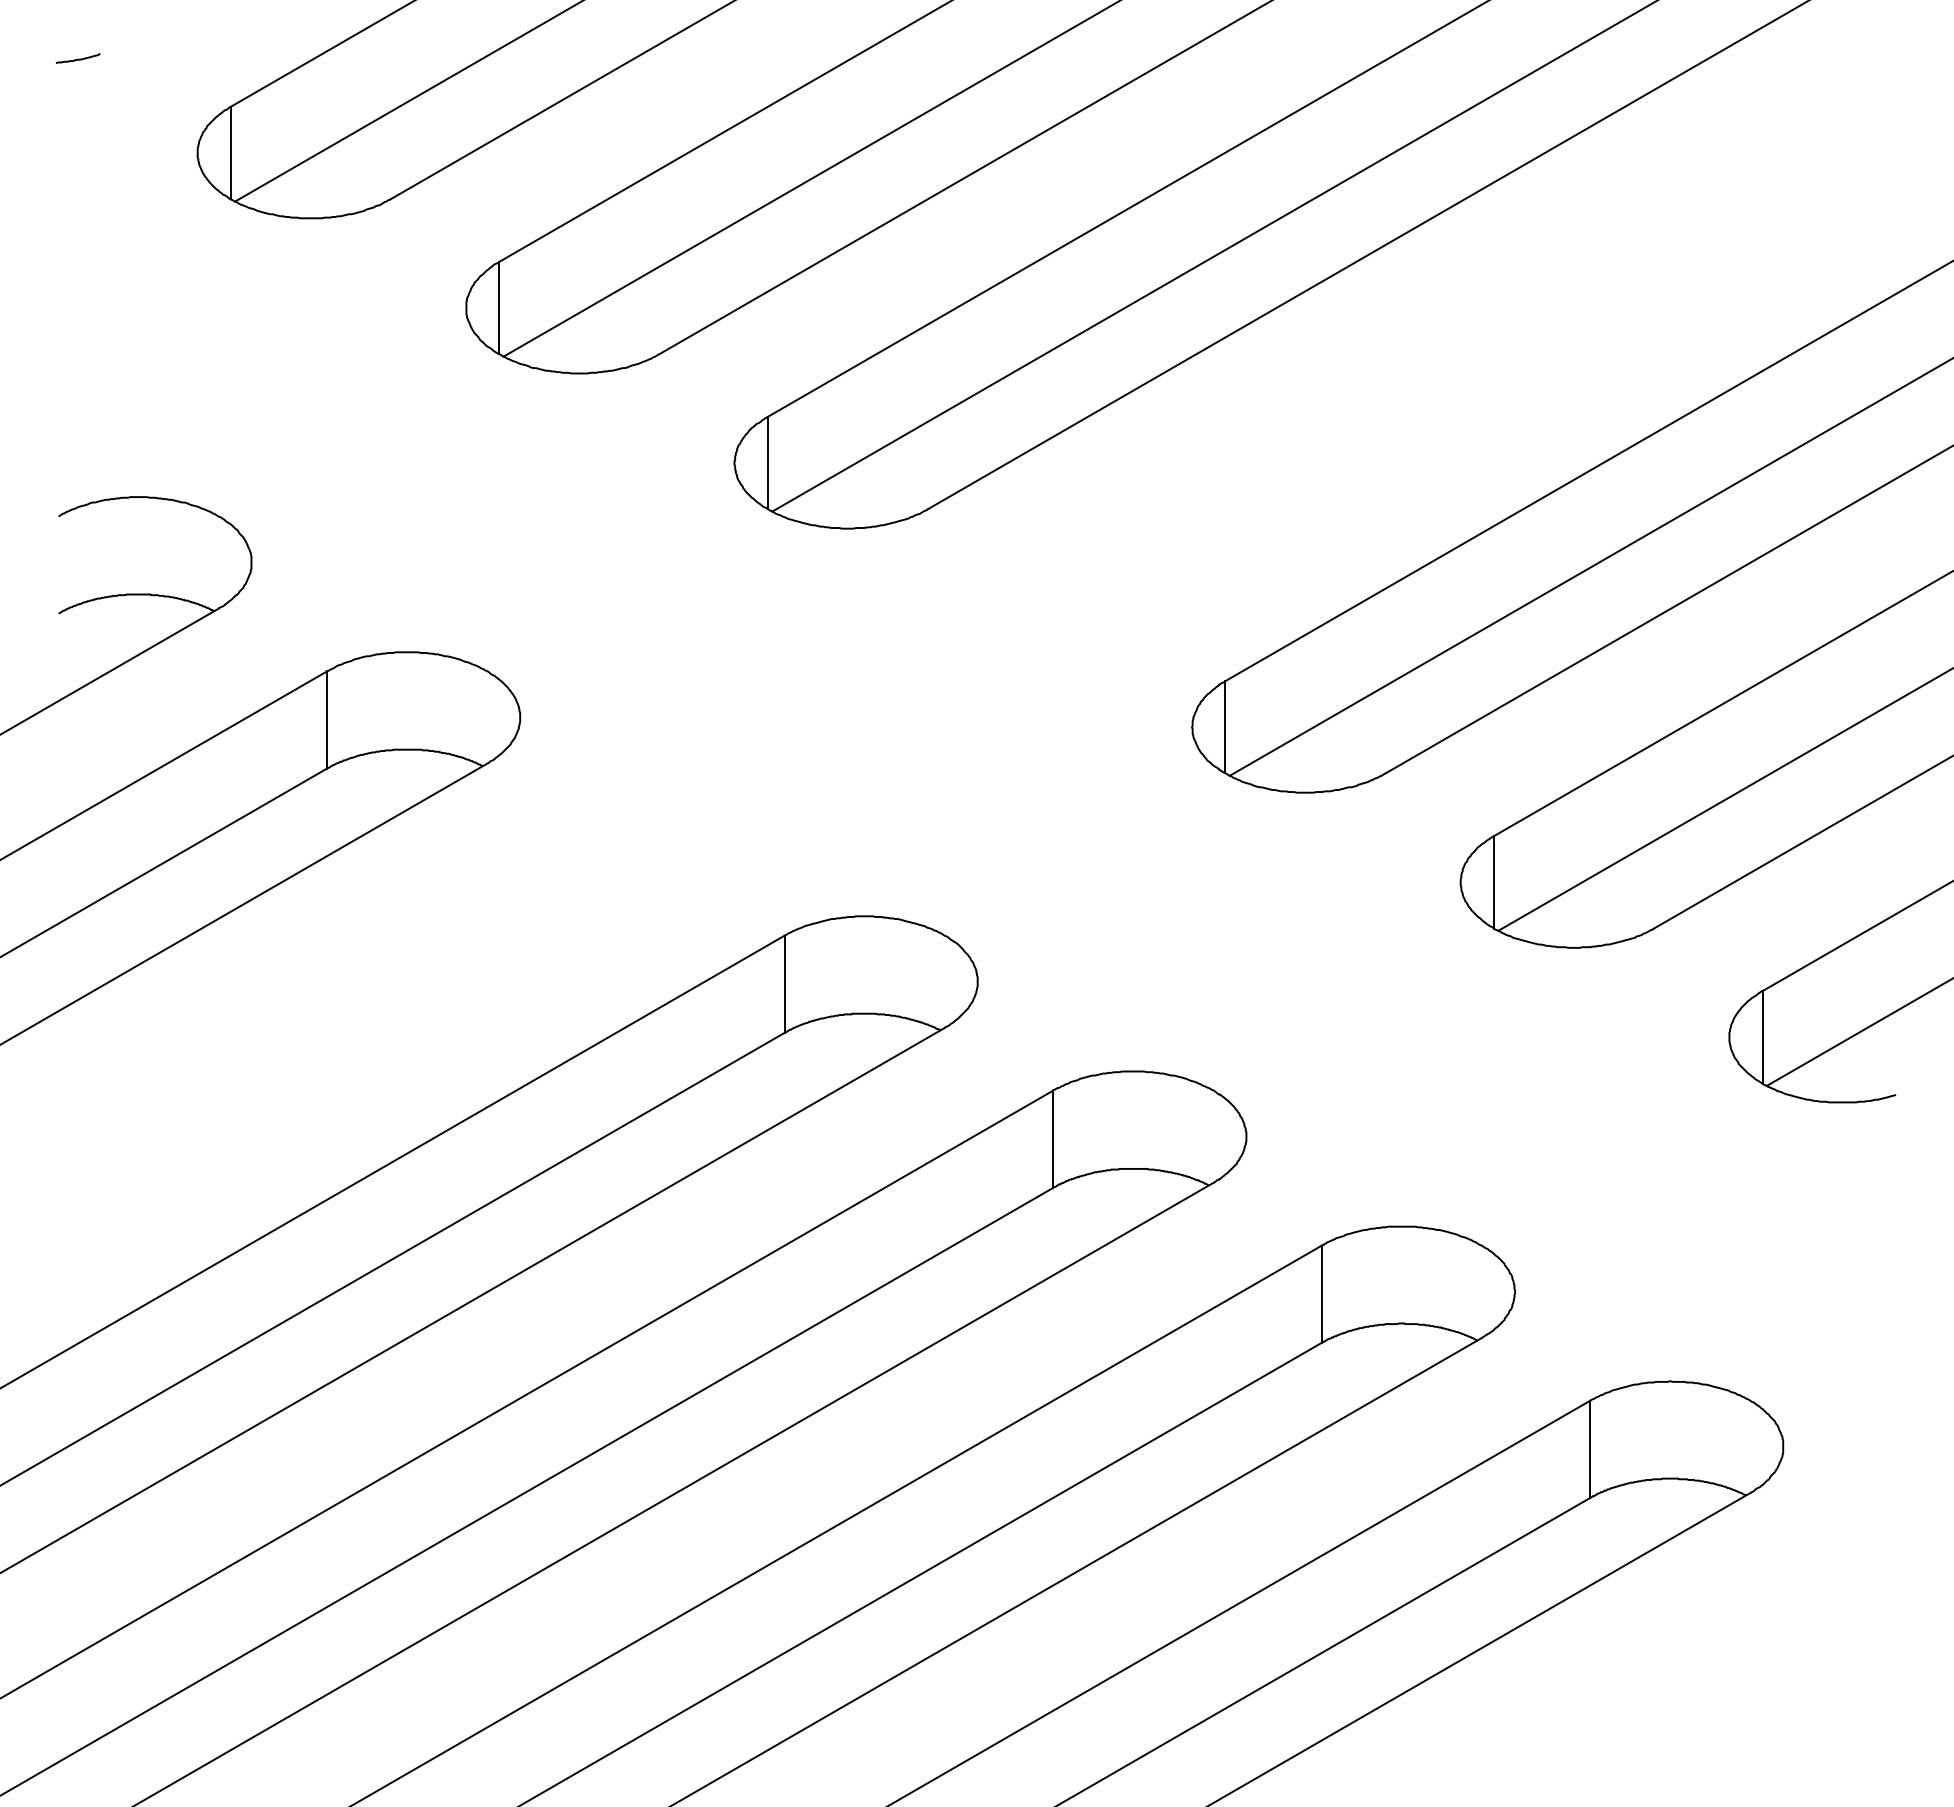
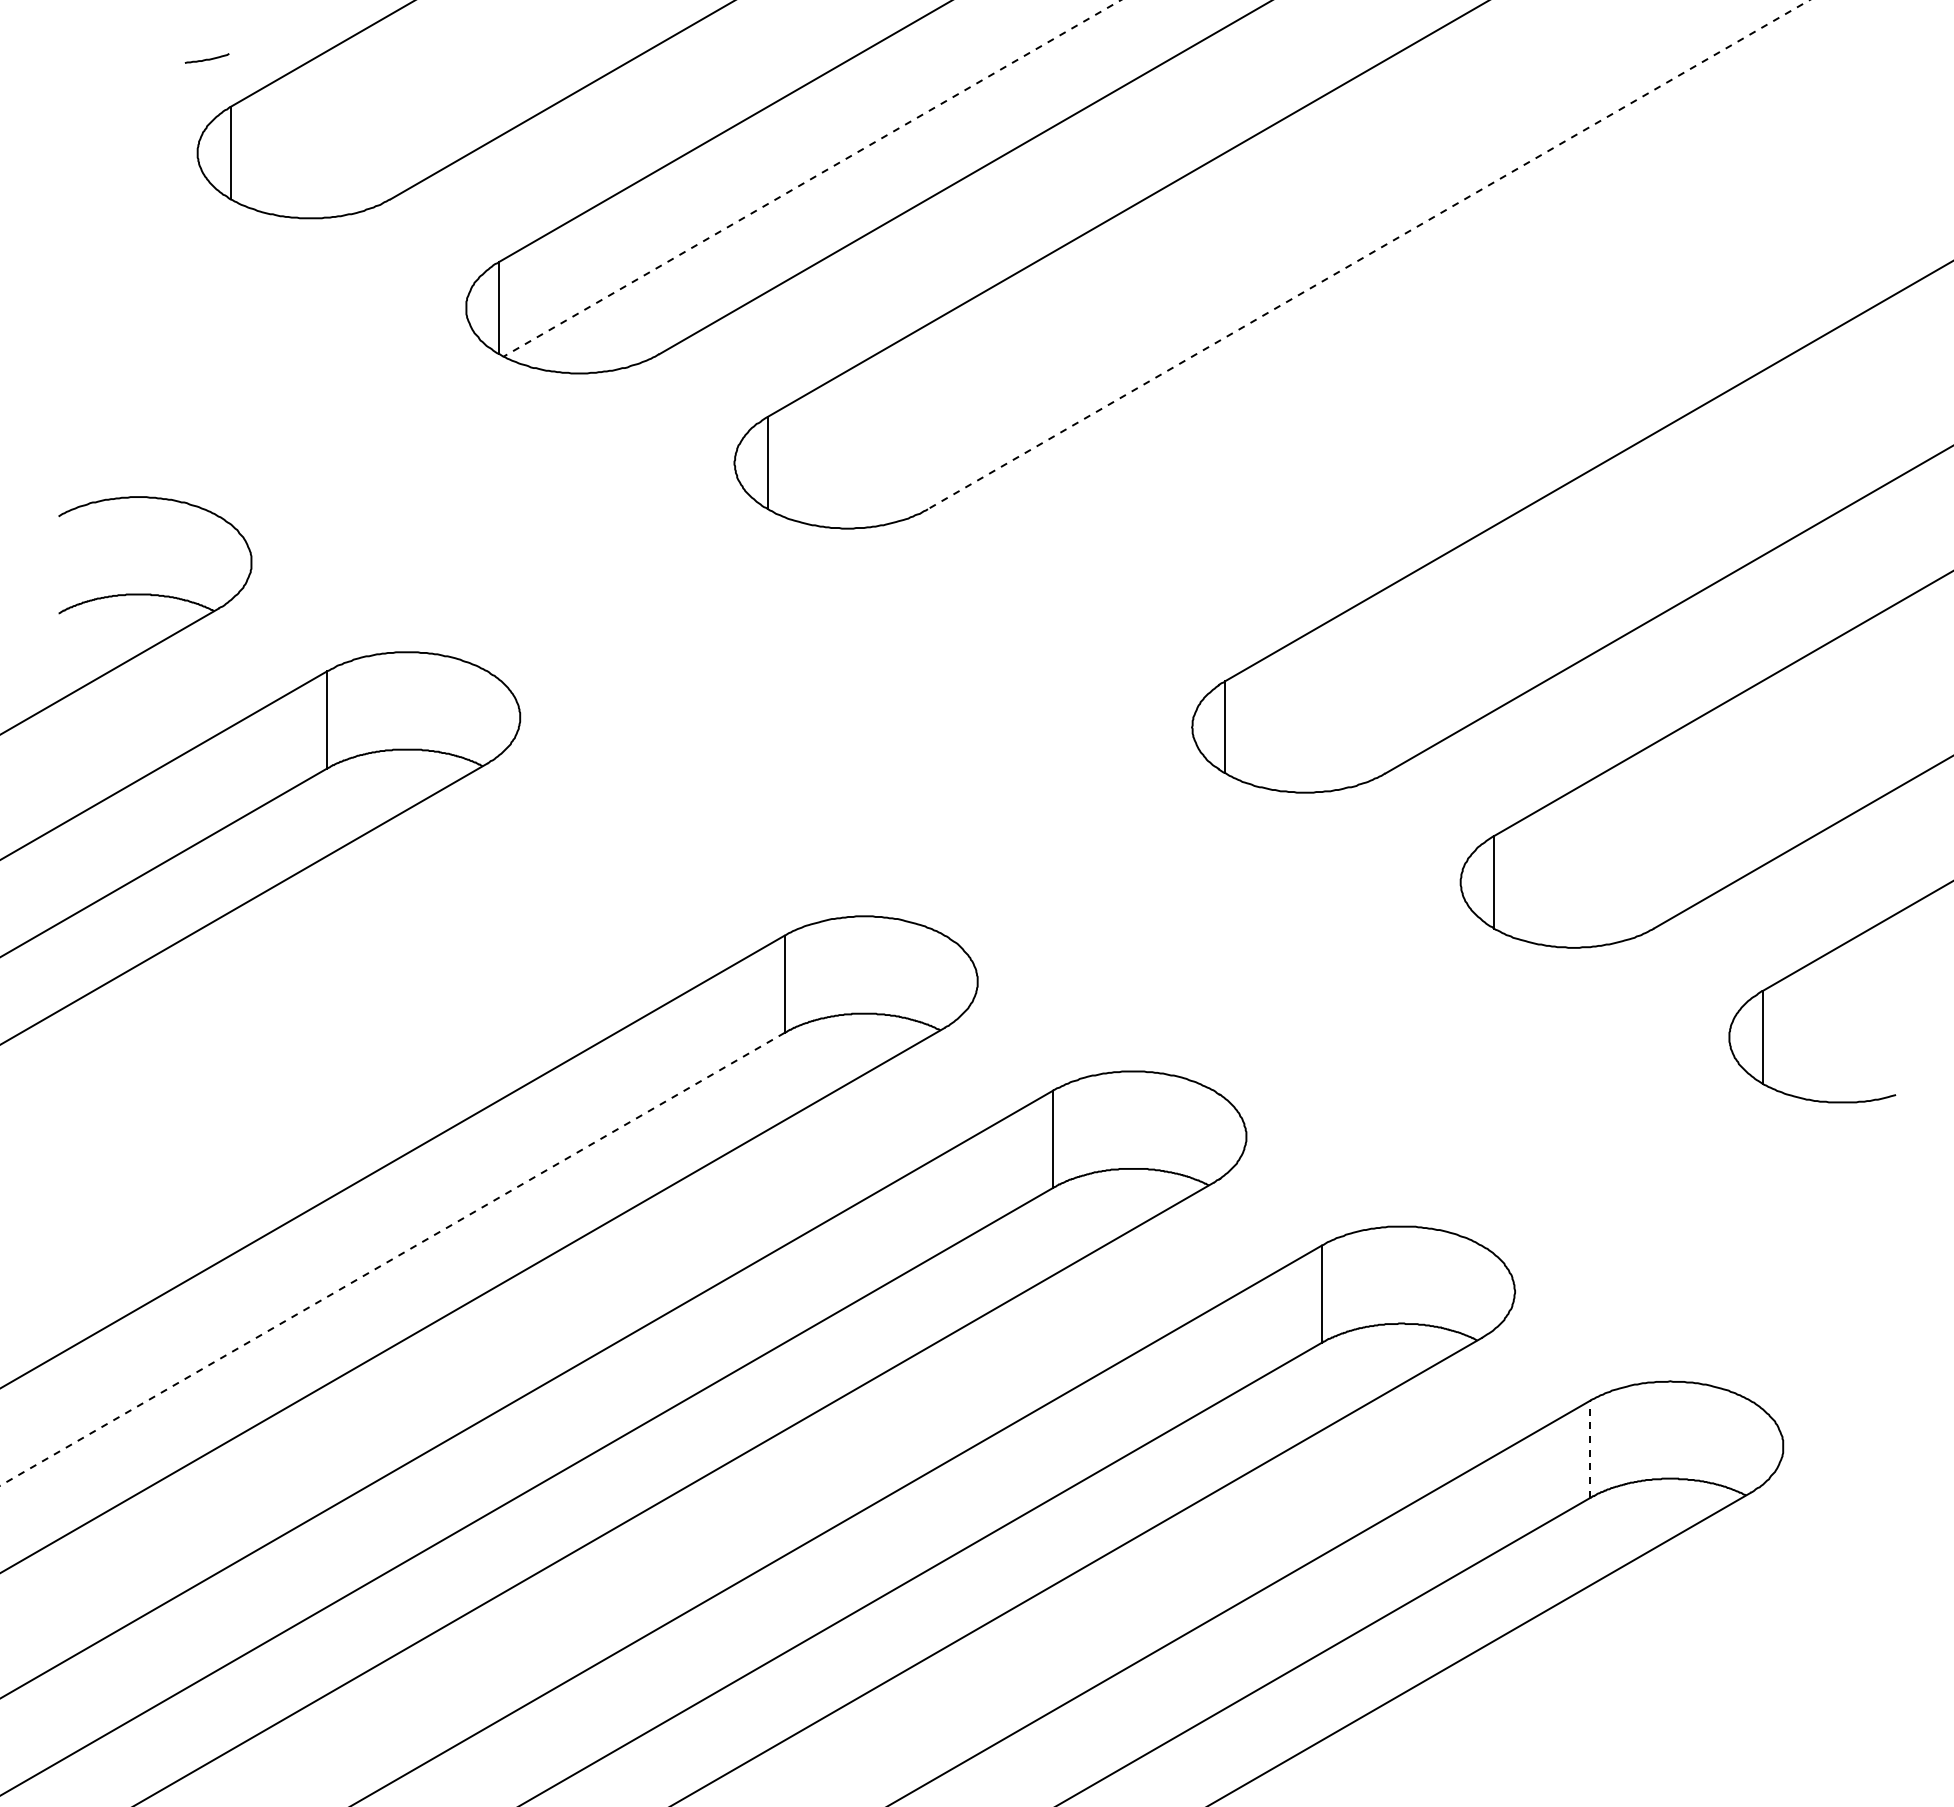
curve at (77, 58) position: (77, 58) -> (206, 58)
line at (407, 101): present -> none
line at (811, 178): solid -> dashed
line at (1368, 254): solid -> dashed
line at (1213, 256): present -> none
line at (1589, 567): present -> none
line at (1724, 799): present -> none
line at (1858, 1032): present -> none
line at (392, 1259): solid -> dashed
line at (1590, 1449): solid -> dashed
